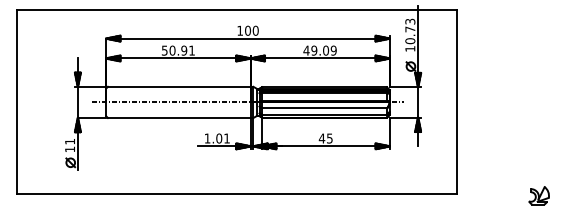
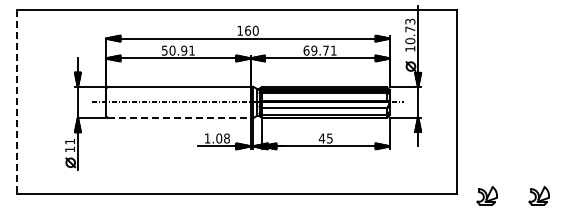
text at (248, 30): 100 -> 160
text at (319, 50): 49.09 -> 69.71
line at (16, 102): solid -> dashed
line at (179, 118): solid -> dashed
text at (226, 138): 1.01 -> 1.08
part at (486, 195): none -> present
